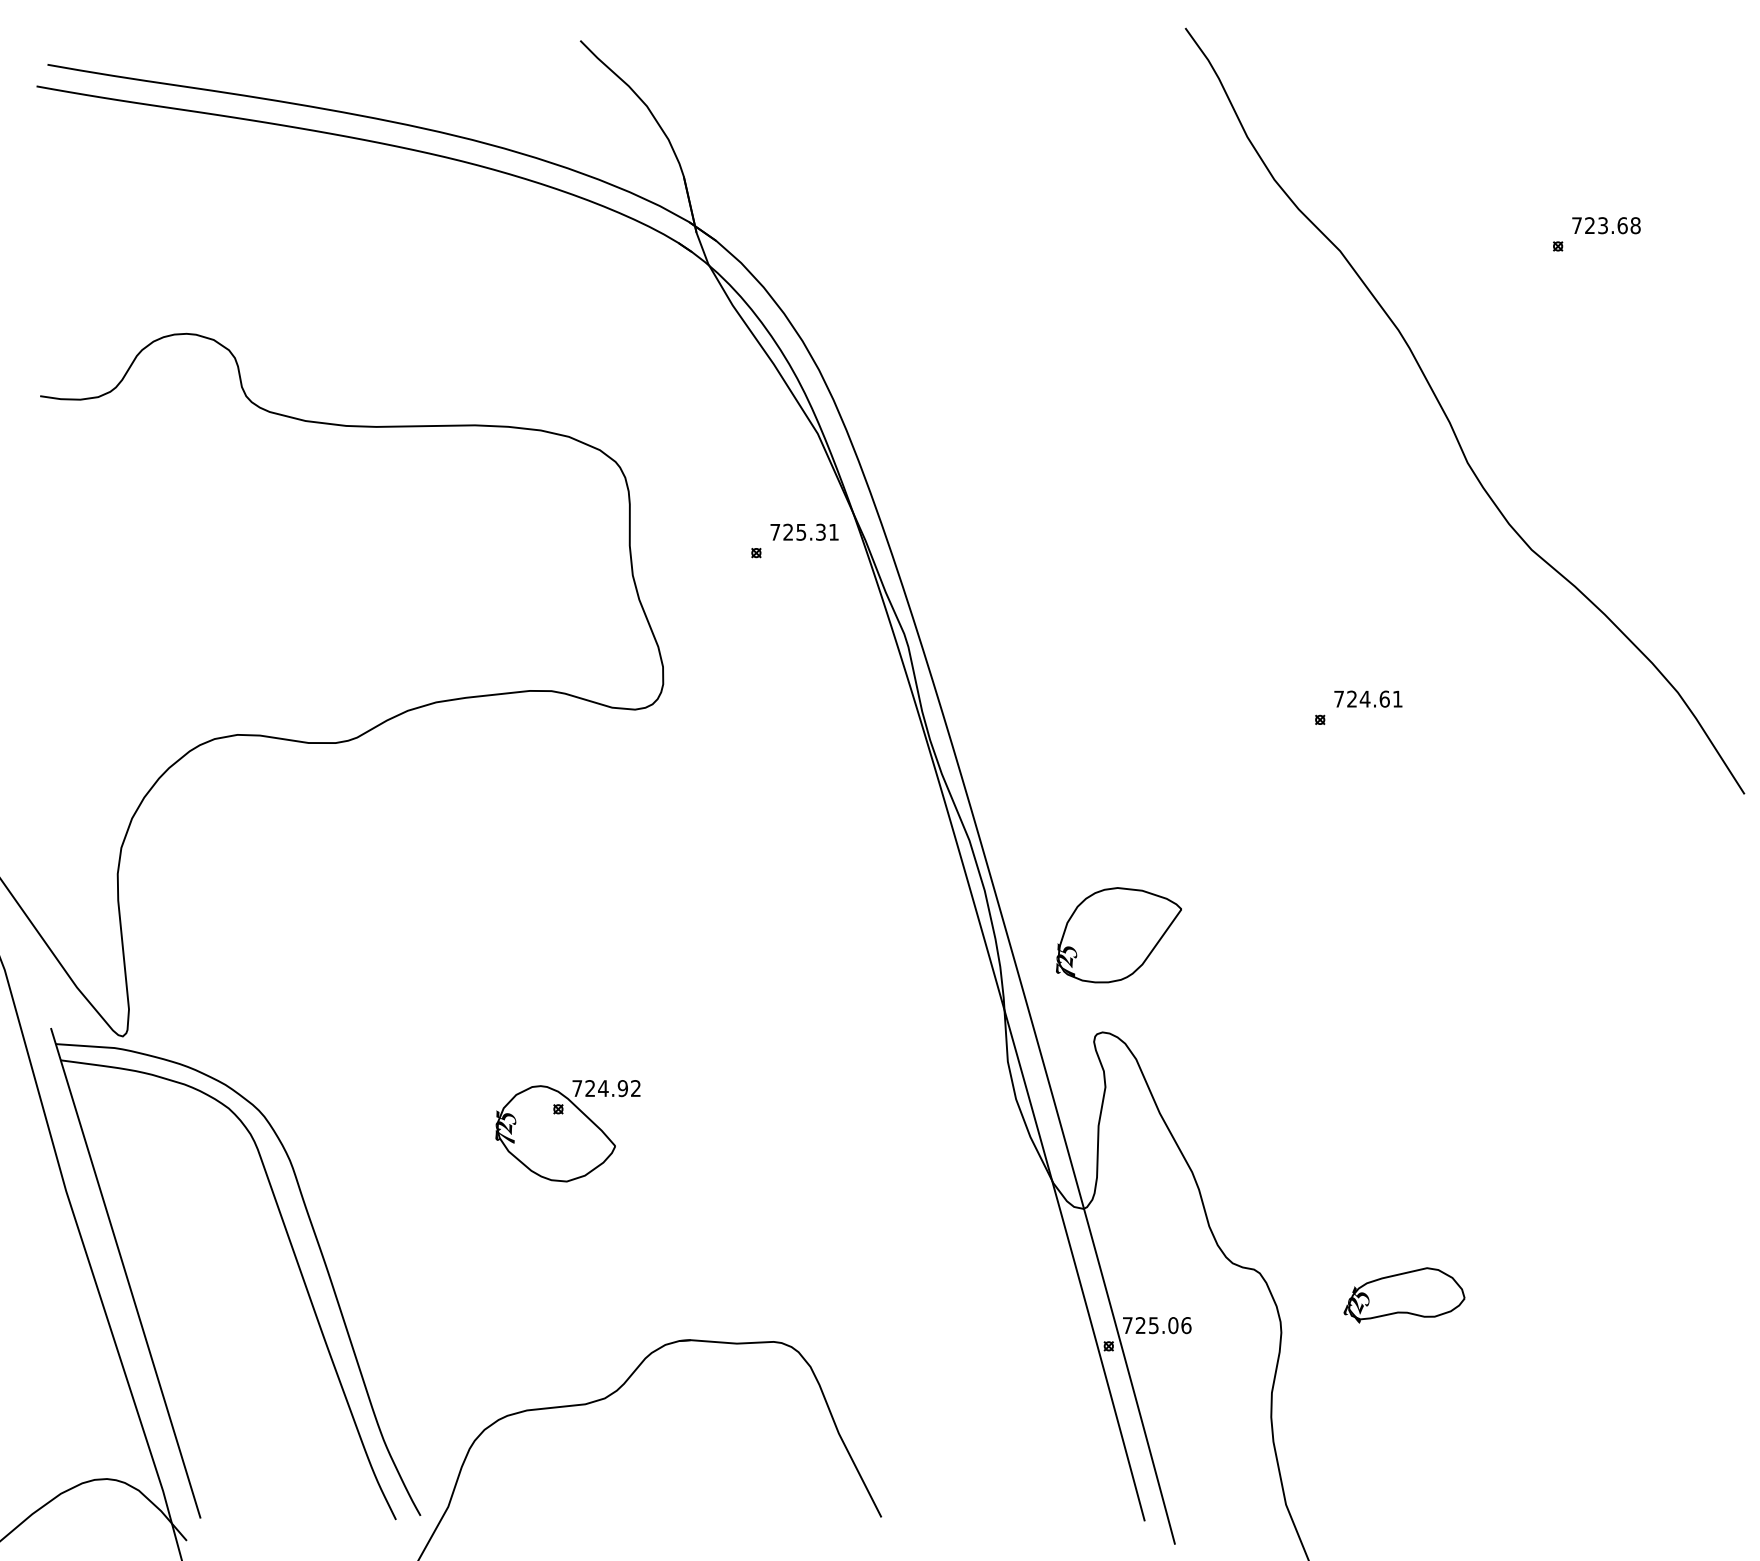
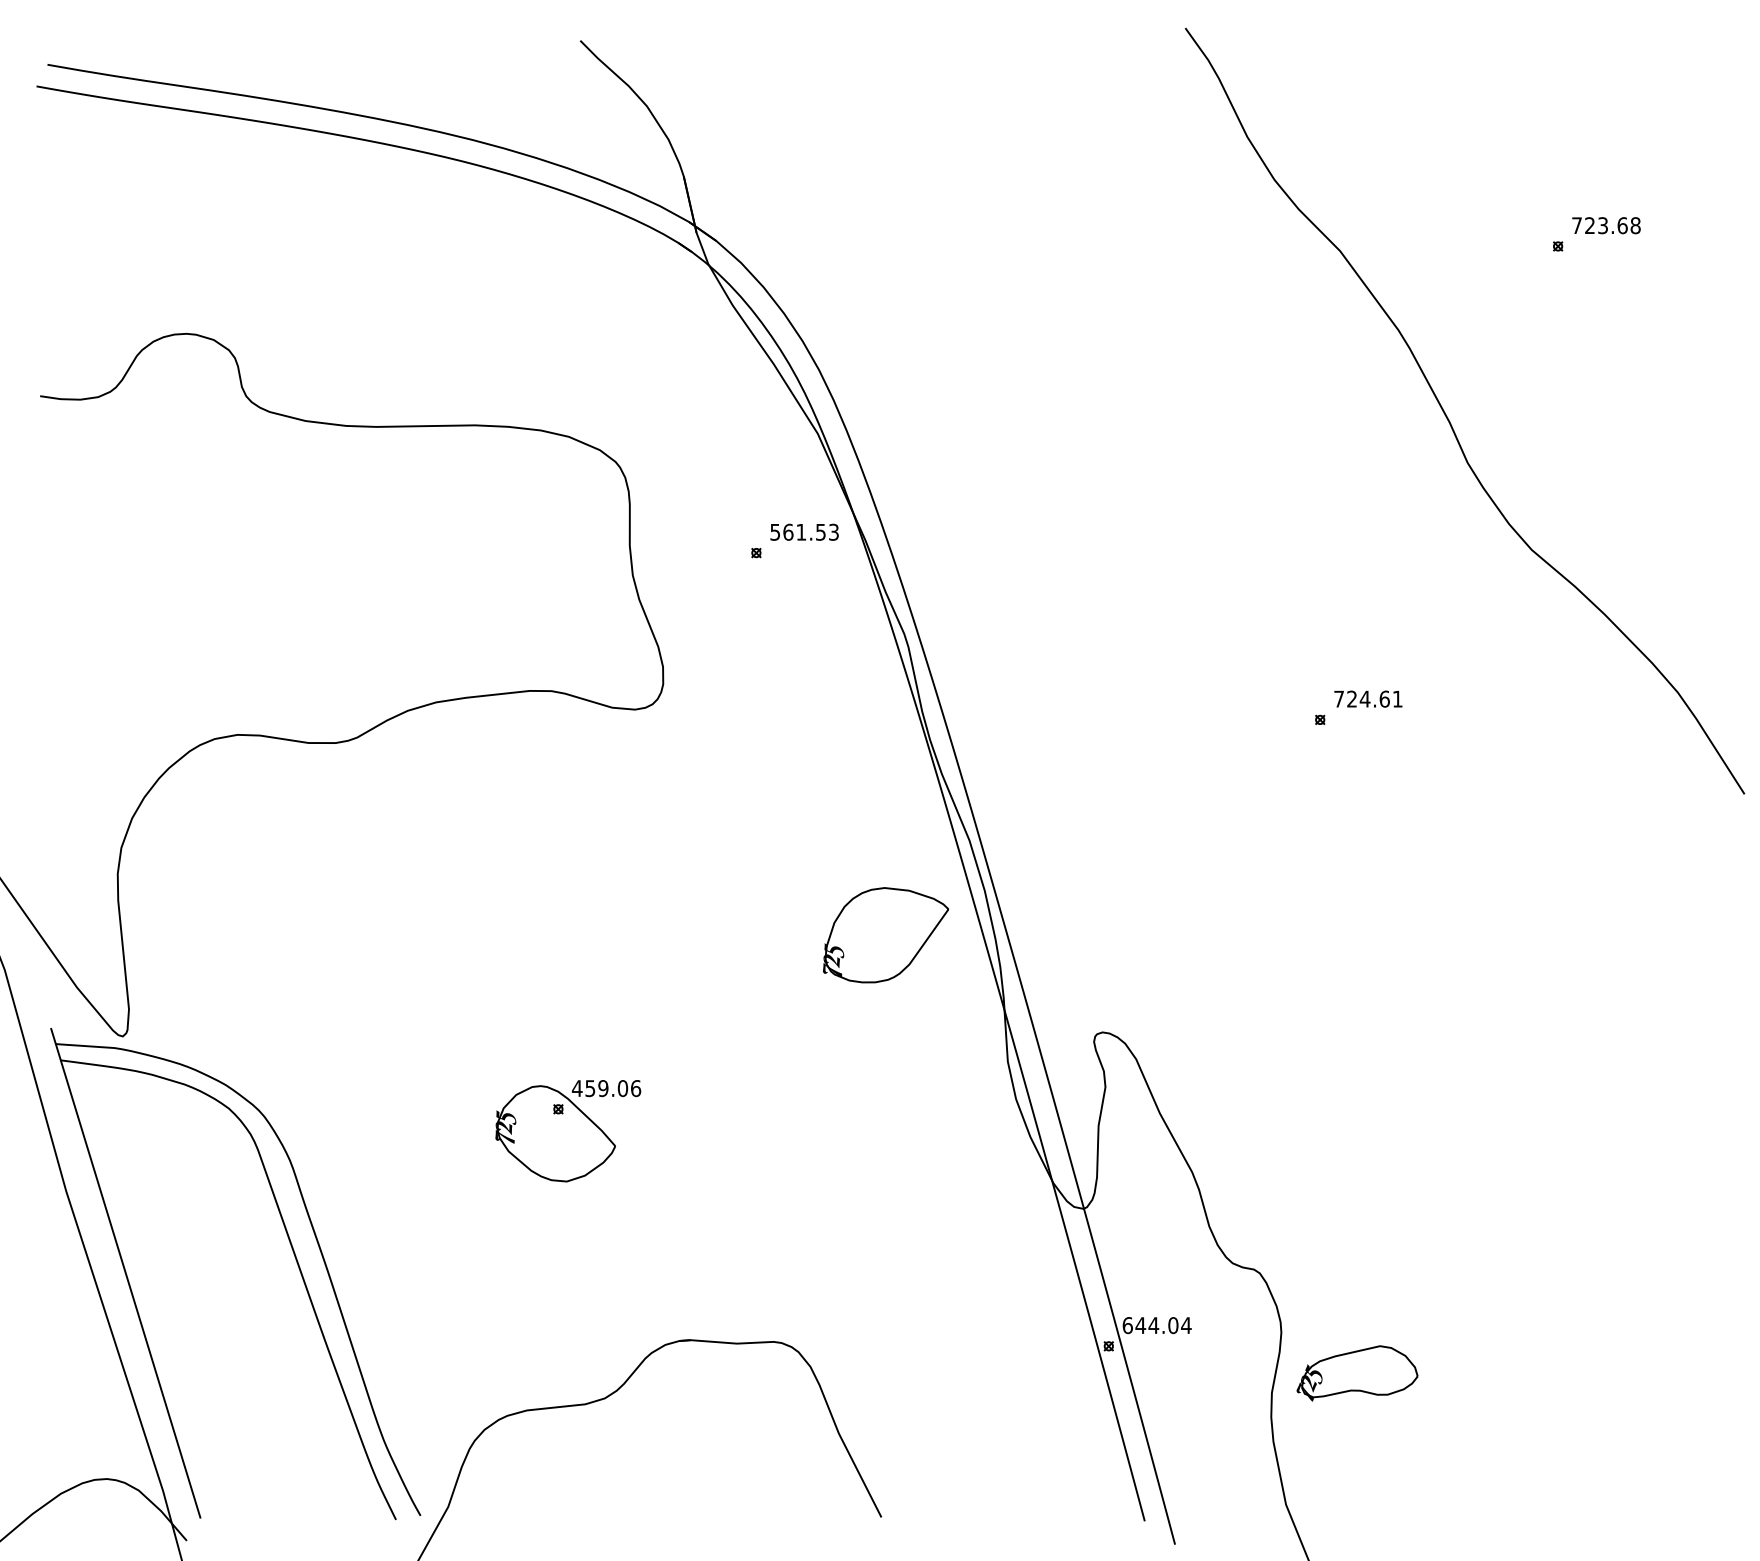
text at (804, 531): 725.31 -> 561.53
part at (1118, 935) position: (1118, 935) -> (885, 935)
text at (606, 1088): 724.92 -> 459.06
part at (1404, 1295) position: (1404, 1295) -> (1357, 1373)
text at (1156, 1325): 725.06 -> 644.04
